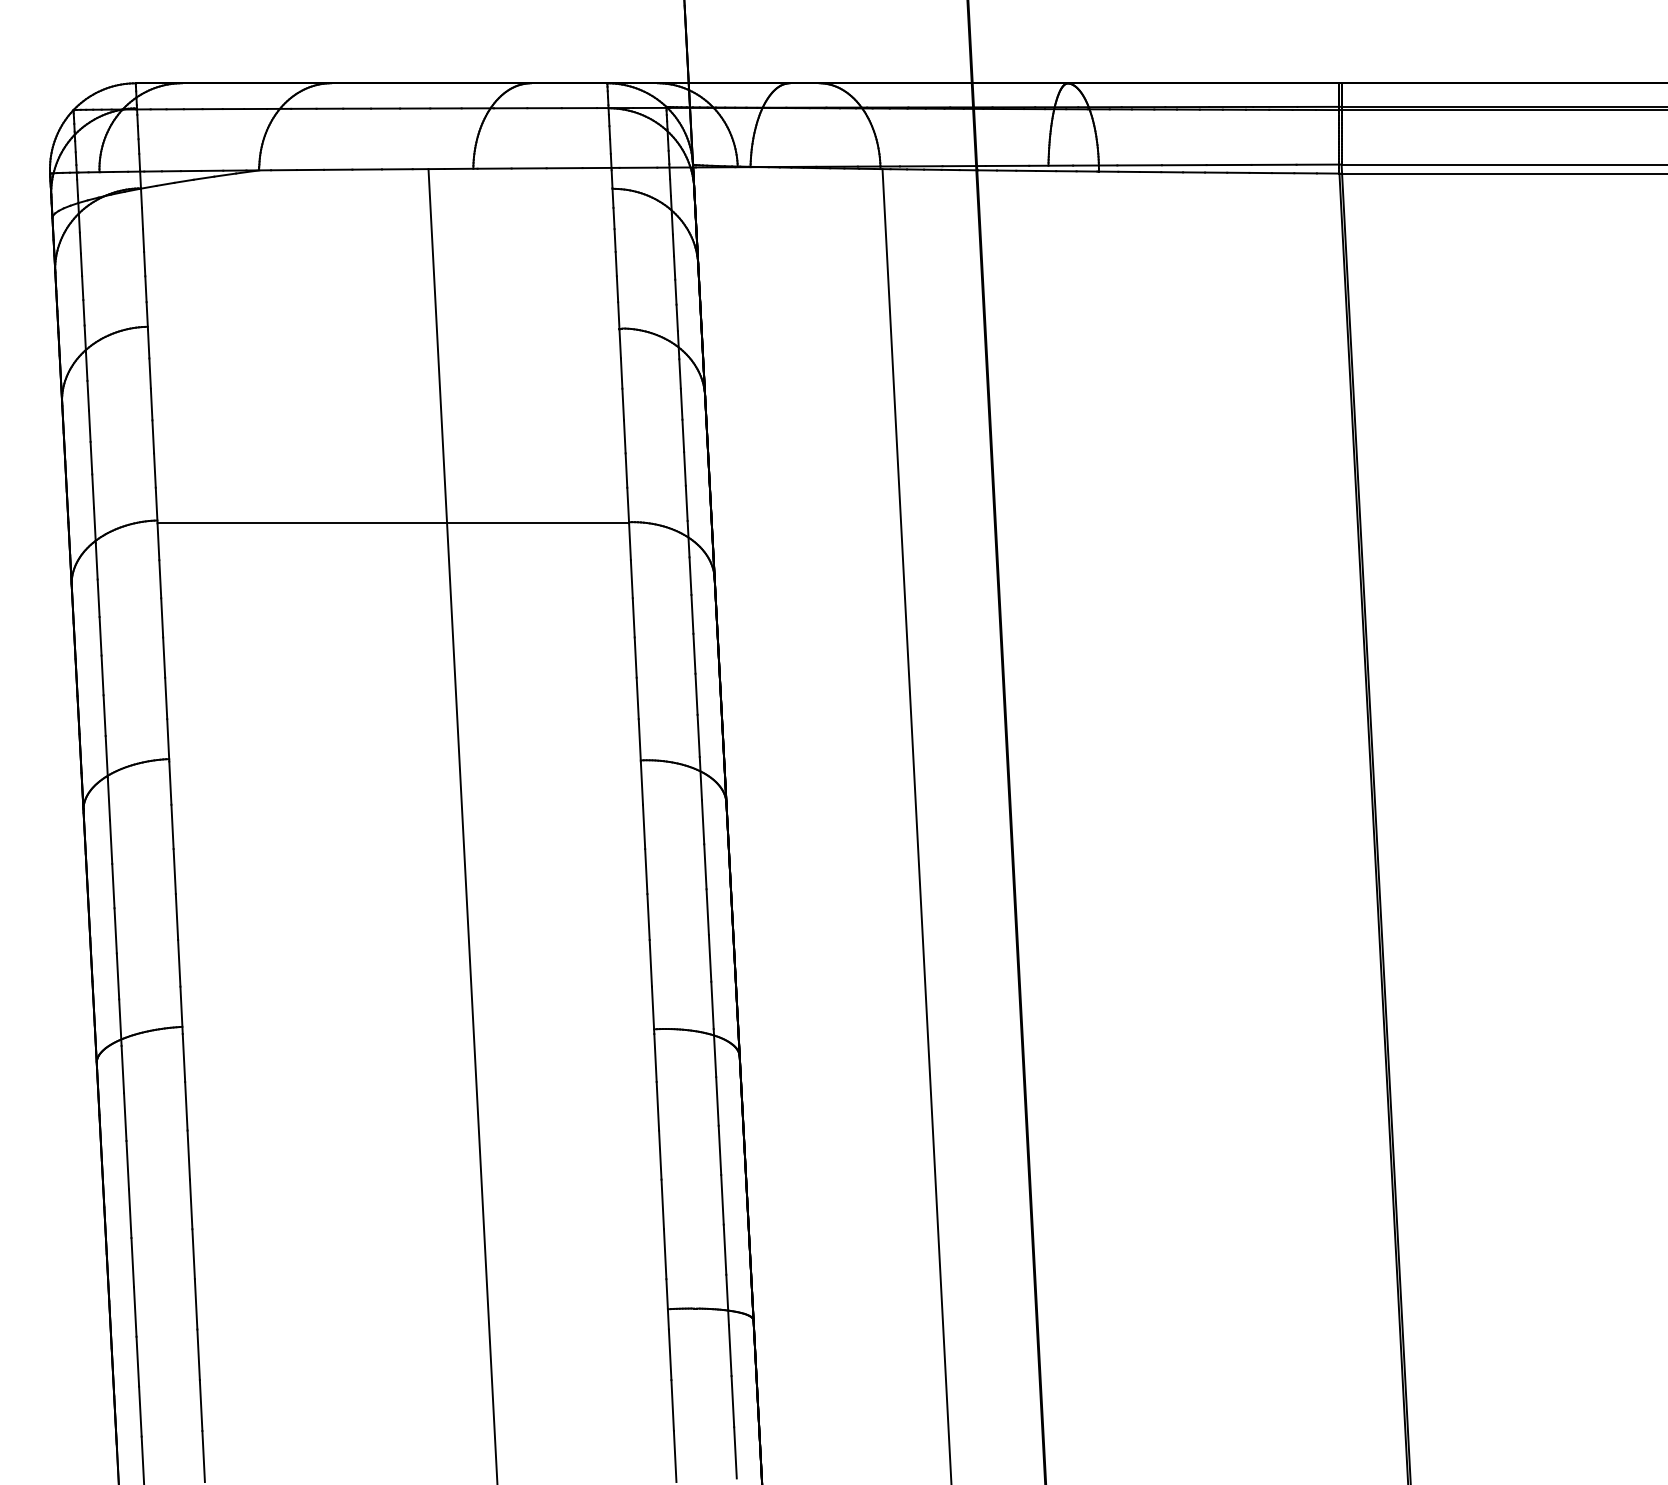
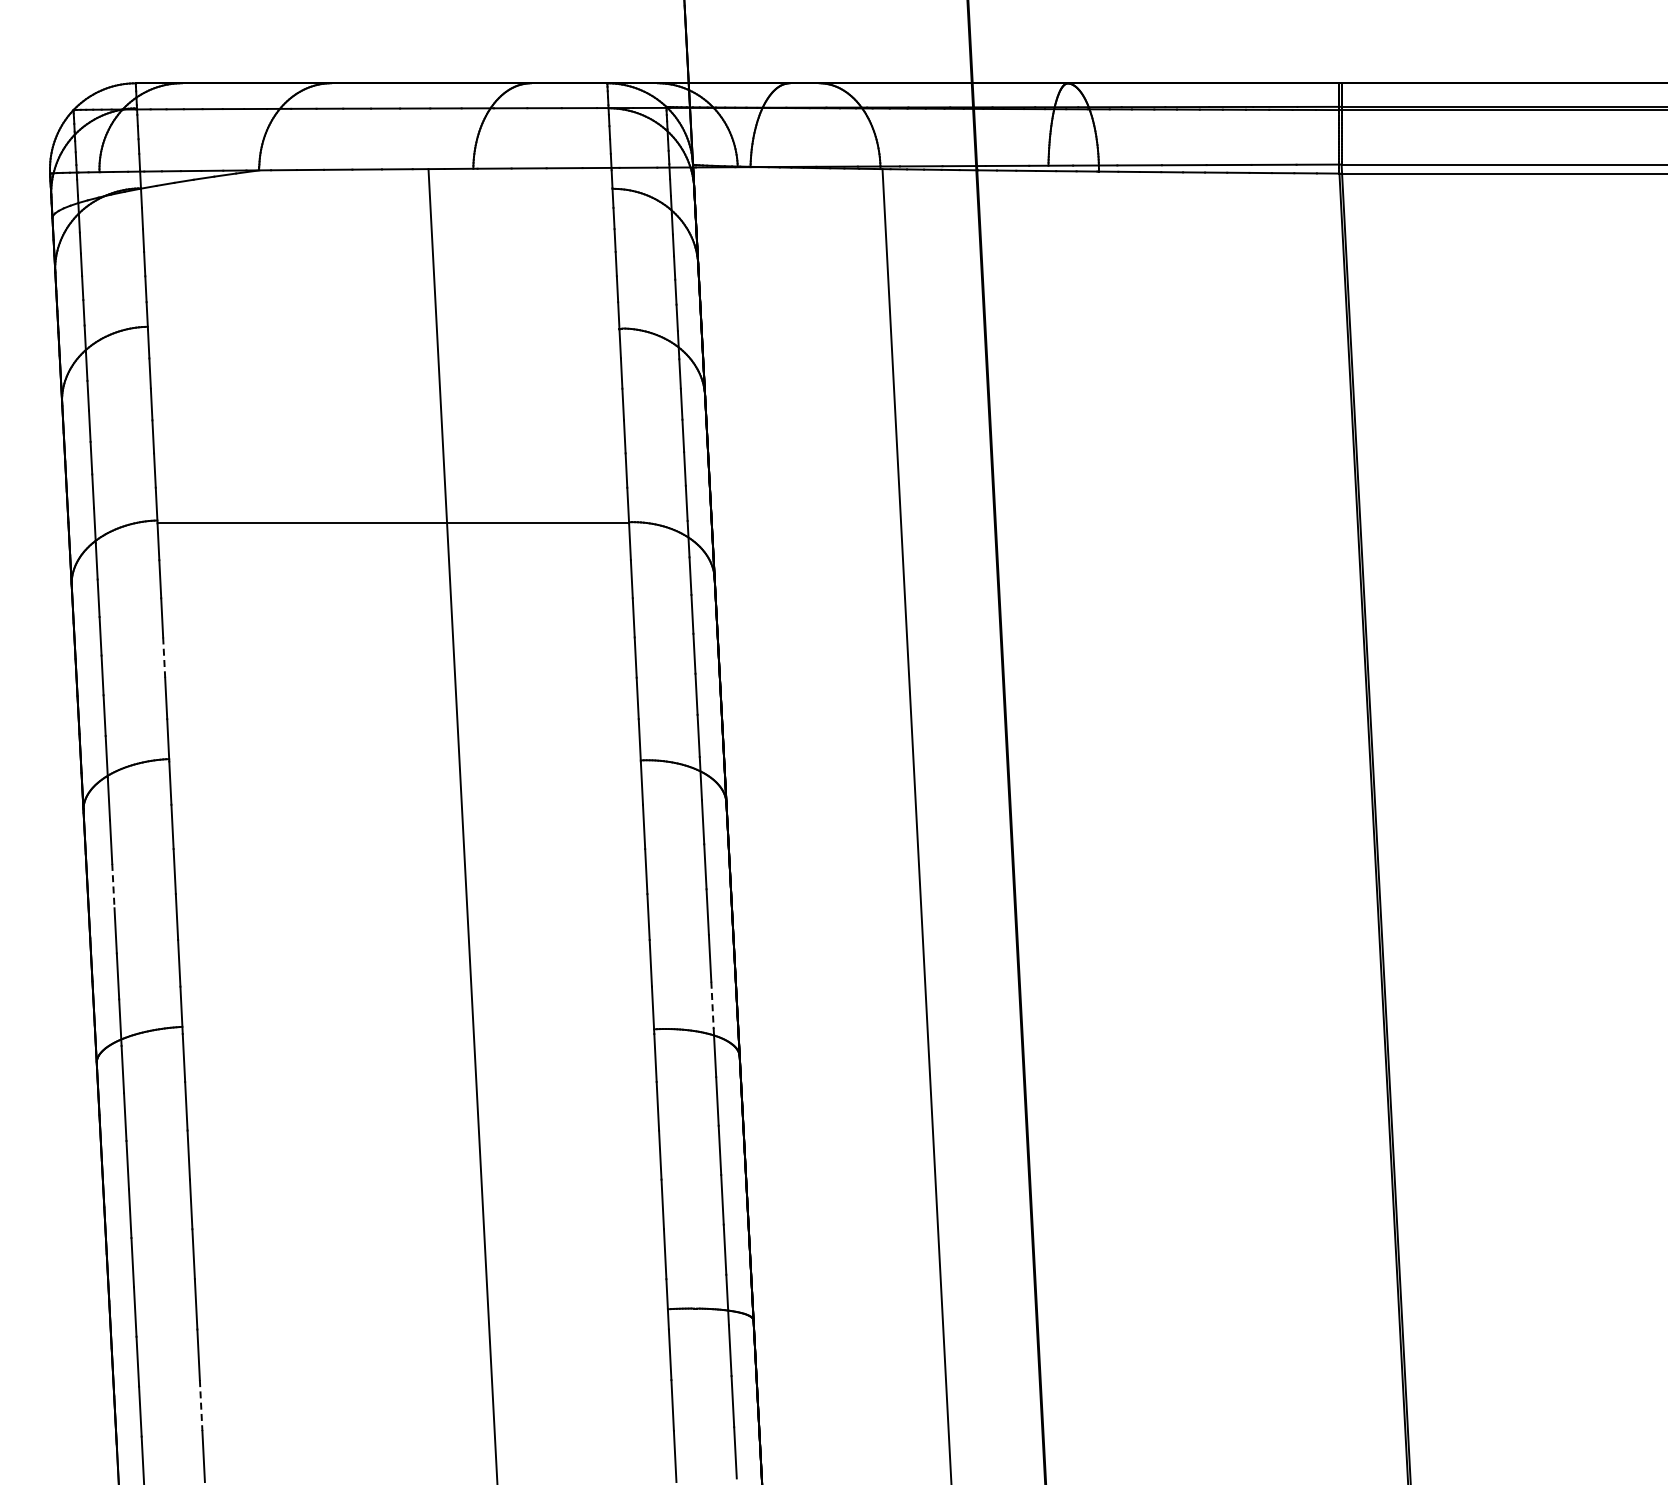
line at (164, 658): solid -> dashed
line at (113, 886): solid -> dashed
line at (712, 1005): solid -> dashed
line at (201, 1406): solid -> dashed
